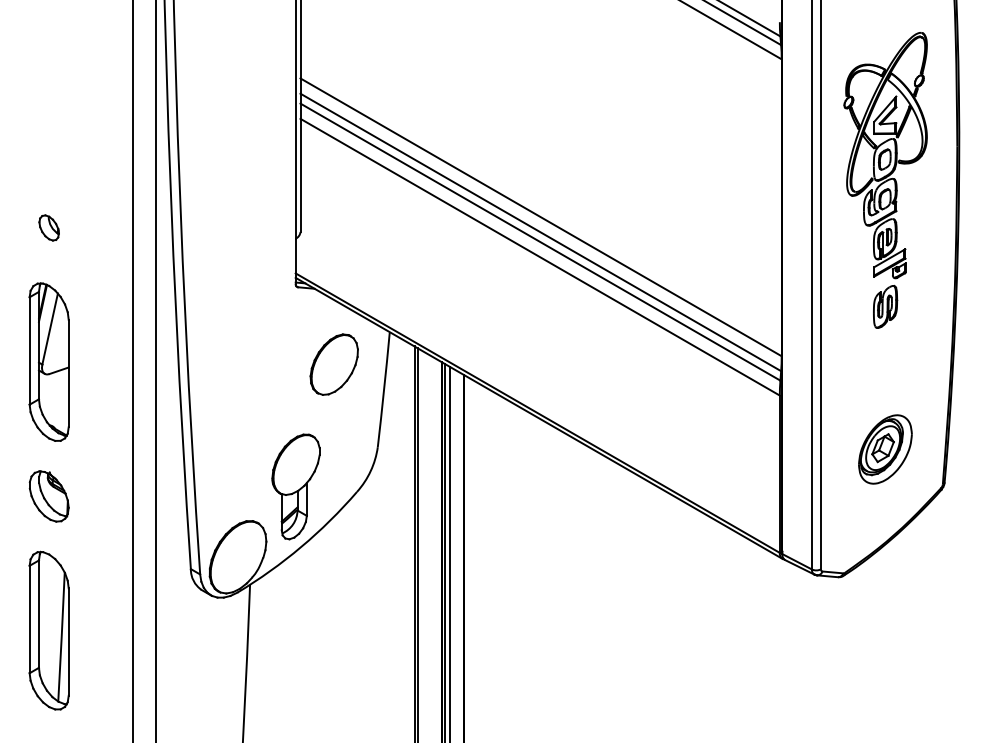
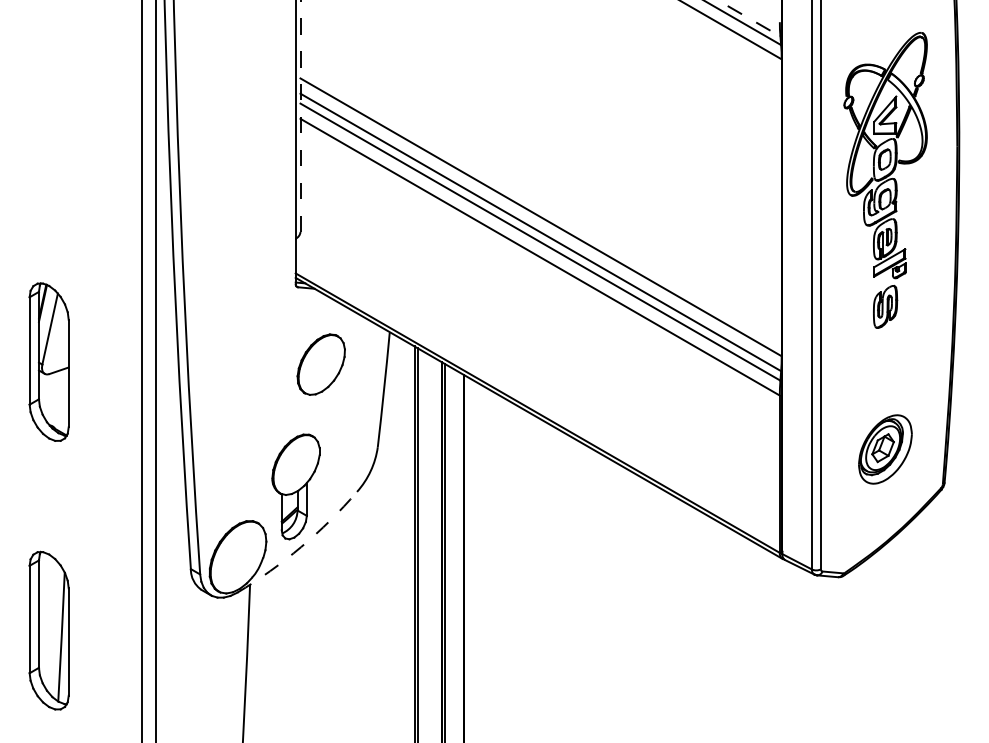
line at (749, 18): solid -> dashed
line at (300, 116): solid -> dashed
part at (48, 227): present -> none
part at (333, 364) position: (333, 364) -> (320, 364)
line at (132, 370) position: (132, 370) -> (141, 370)
part at (48, 496): present -> none
arc at (301, 547): solid -> dashed
line at (449, 552): present -> none
